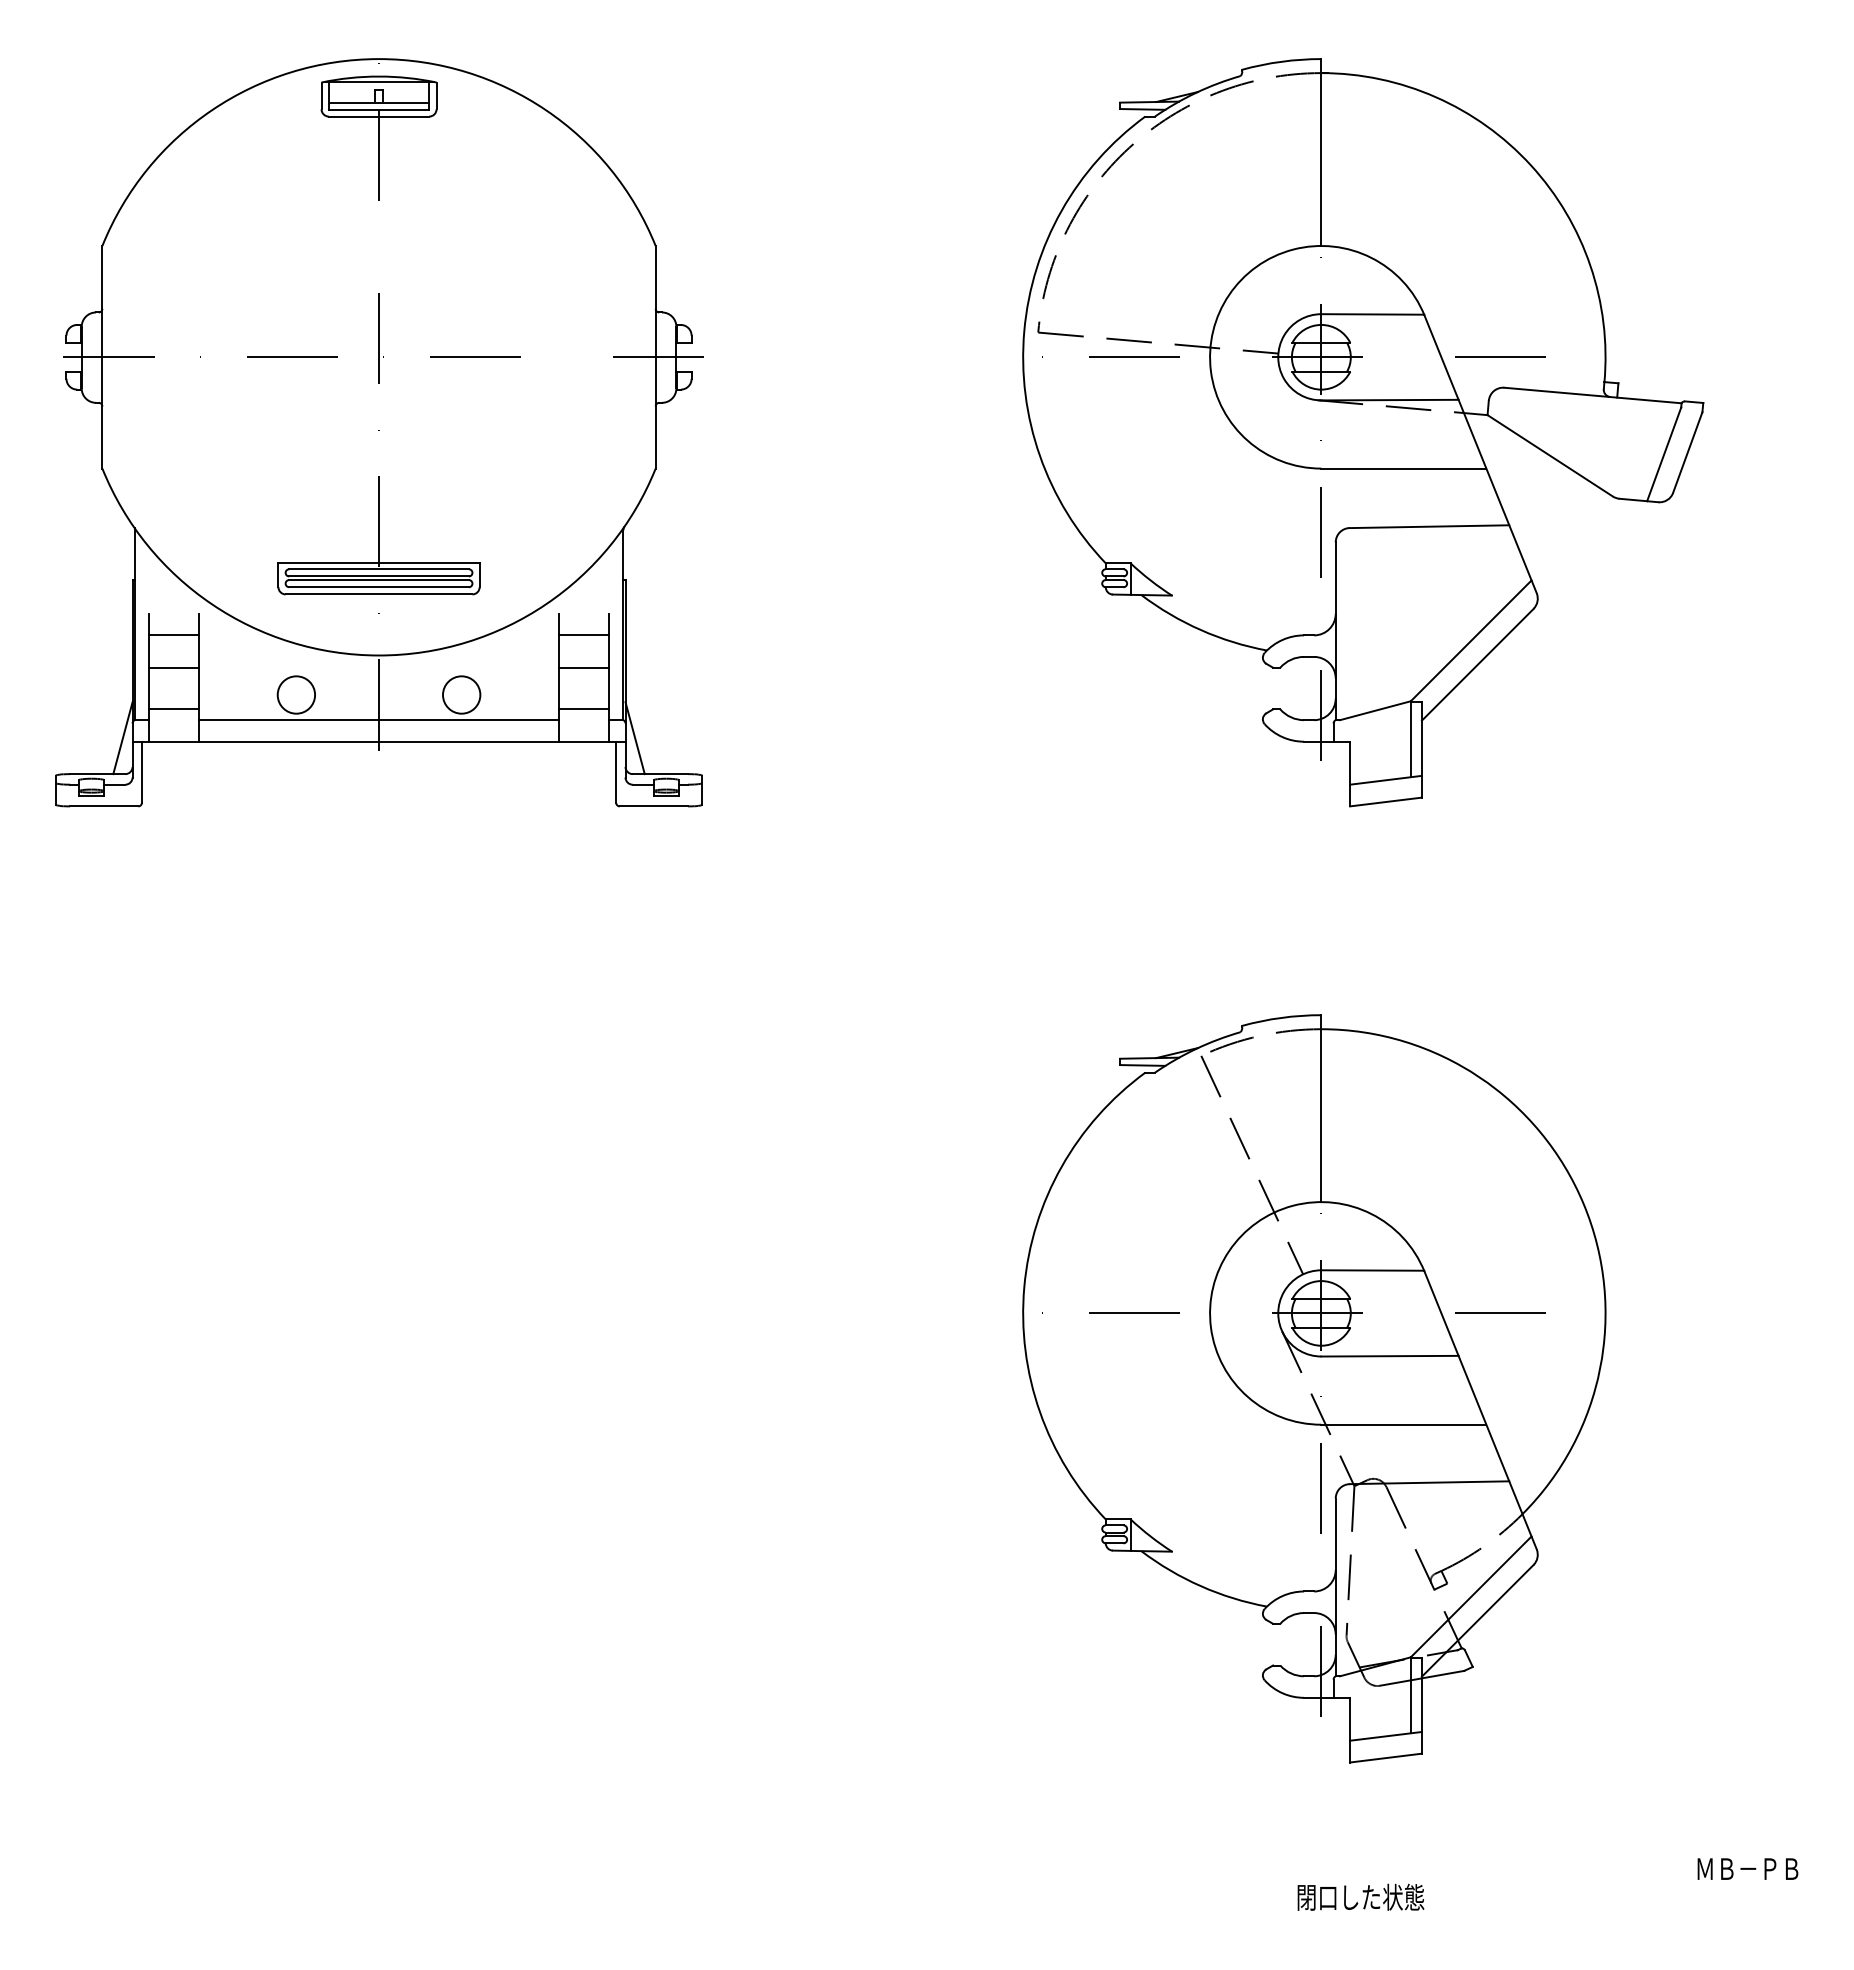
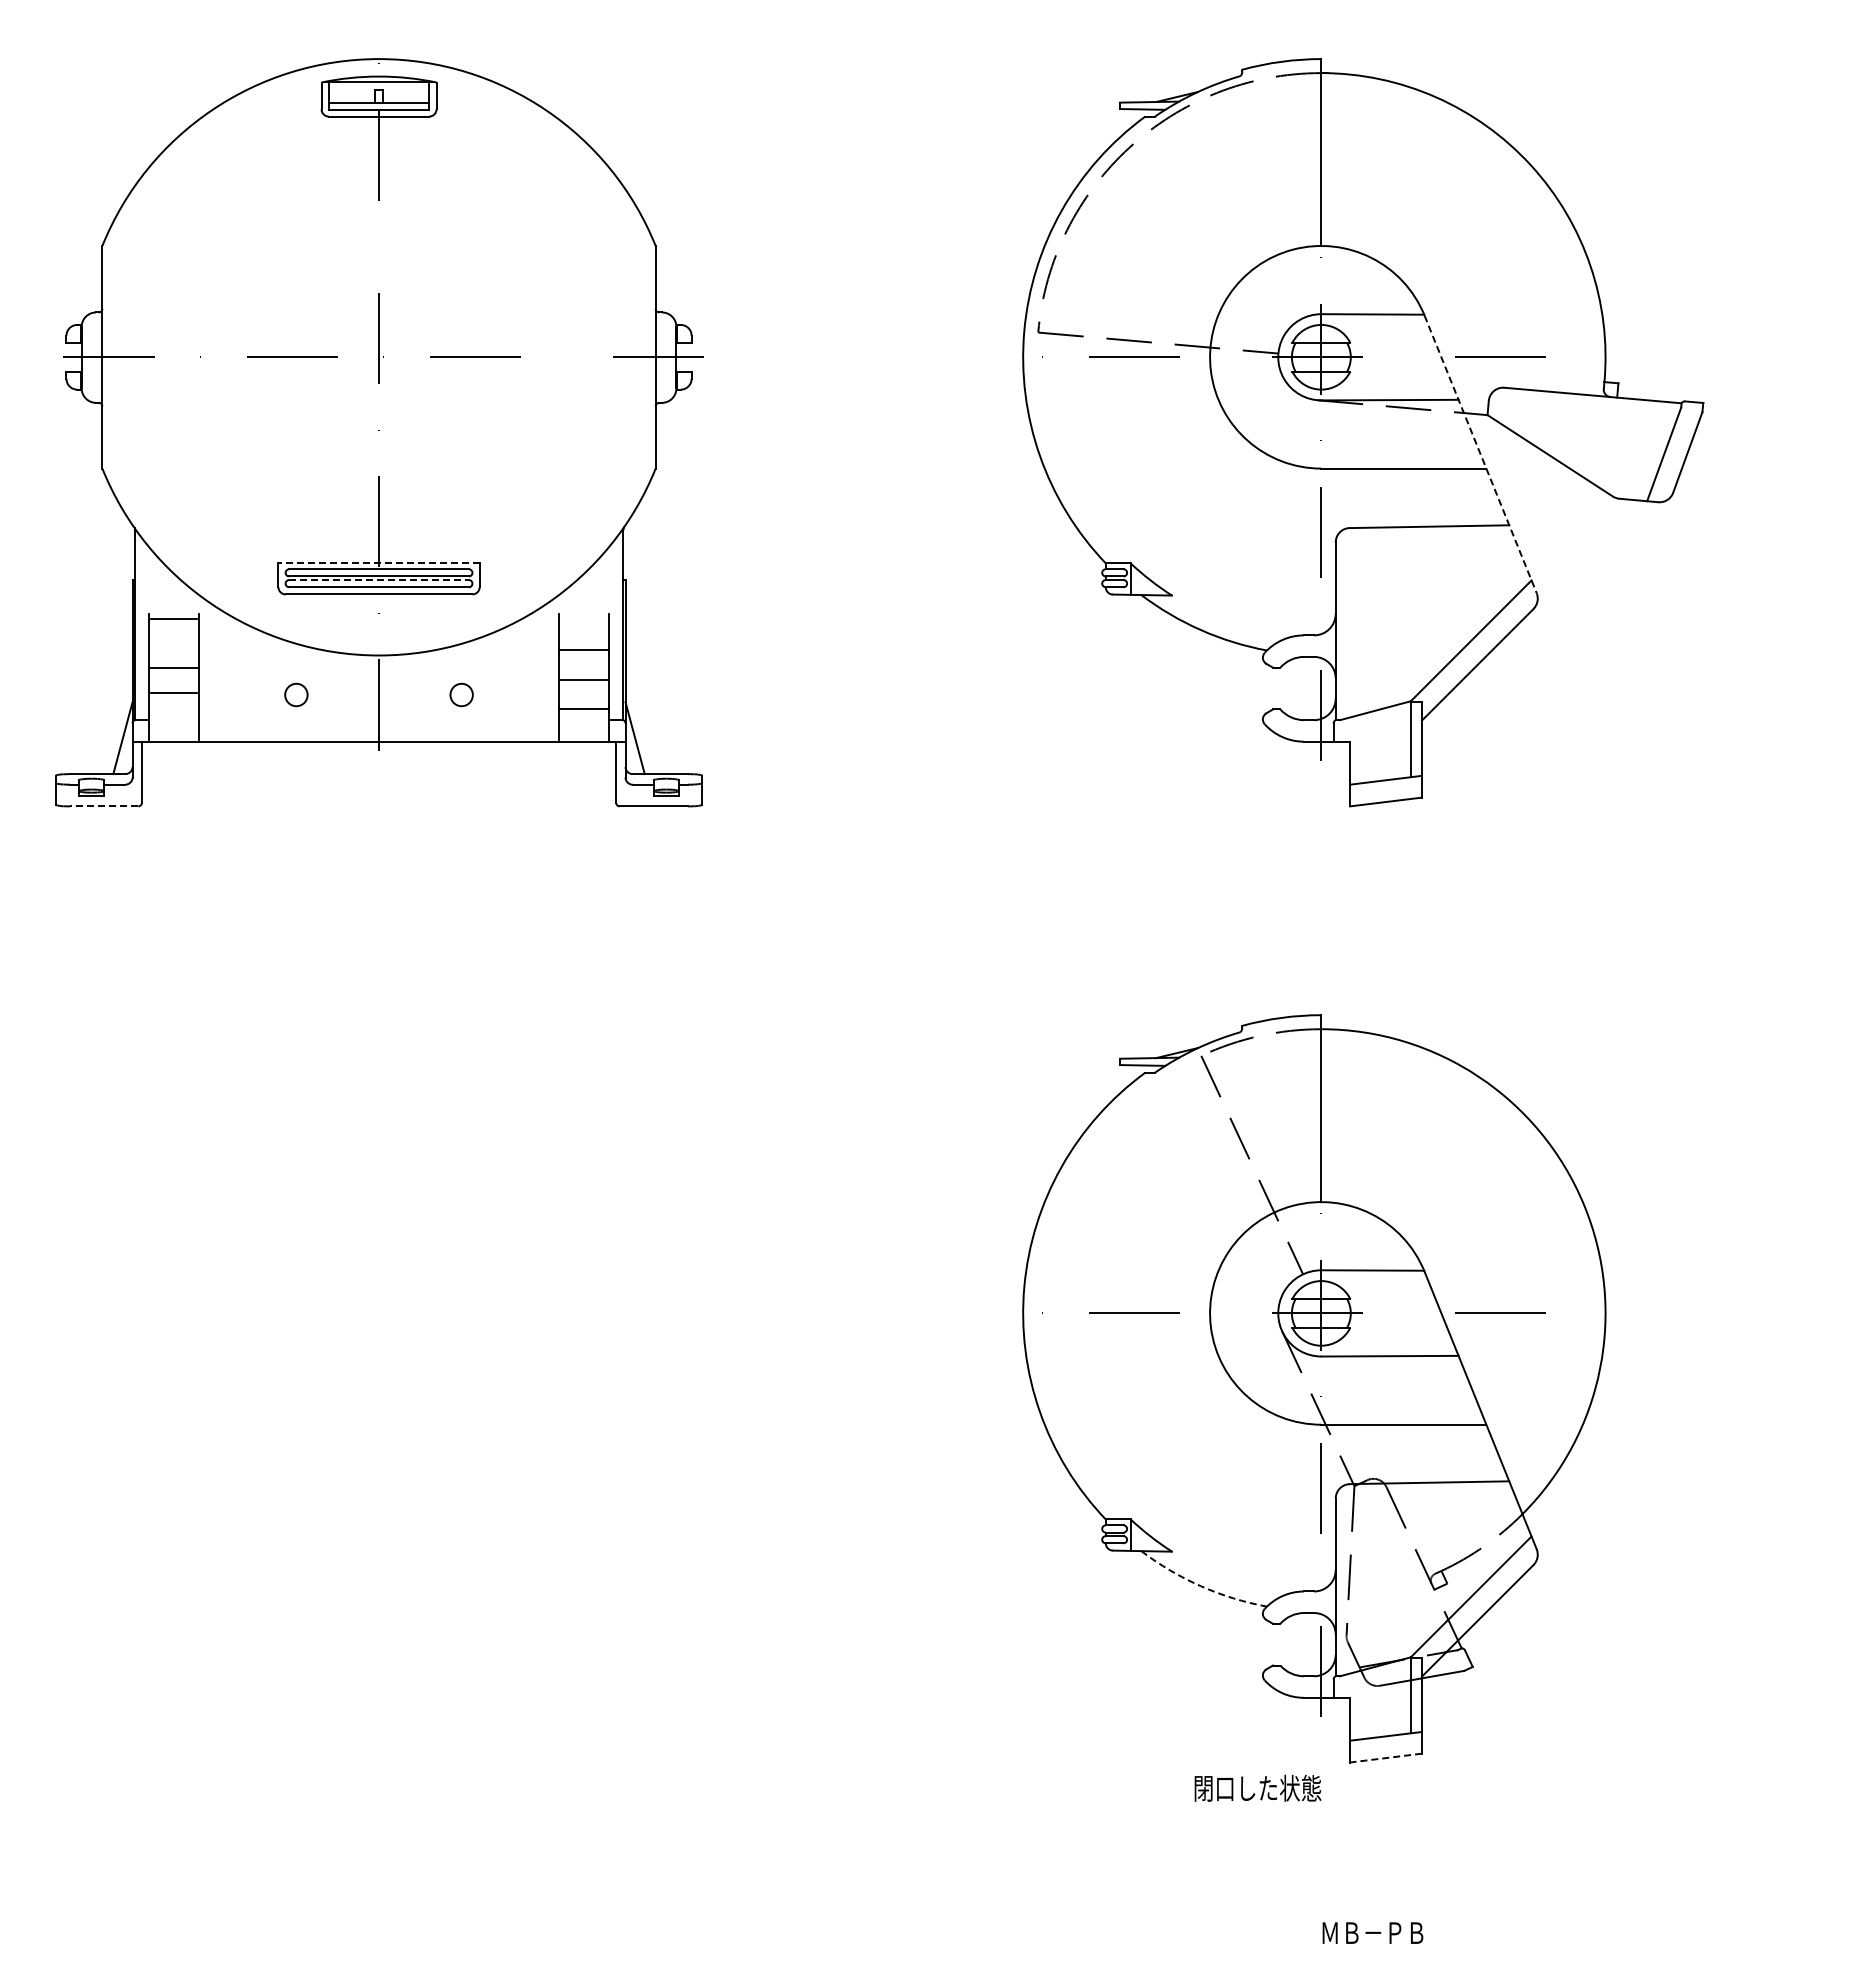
line at (1480, 454): solid -> dashed
line at (379, 563): solid -> dashed
line at (379, 580): solid -> dashed
line at (174, 635) position: (174, 635) -> (174, 619)
line at (583, 635) position: (583, 635) -> (583, 650)
line at (583, 667) position: (583, 667) -> (583, 679)
circle at (296, 694) diameter: 37 px -> 22 px
circle at (461, 694) diameter: 37 px -> 22 px
line at (174, 709) position: (174, 709) -> (174, 693)
line at (378, 720): present -> none
line at (103, 806): solid -> dashed
arc at (1200, 1586): solid -> dashed
line at (1385, 1758): solid -> dashed
text at (1747, 1868) position: (1747, 1868) -> (1372, 1932)
text at (1360, 1896) position: (1360, 1896) -> (1257, 1787)
